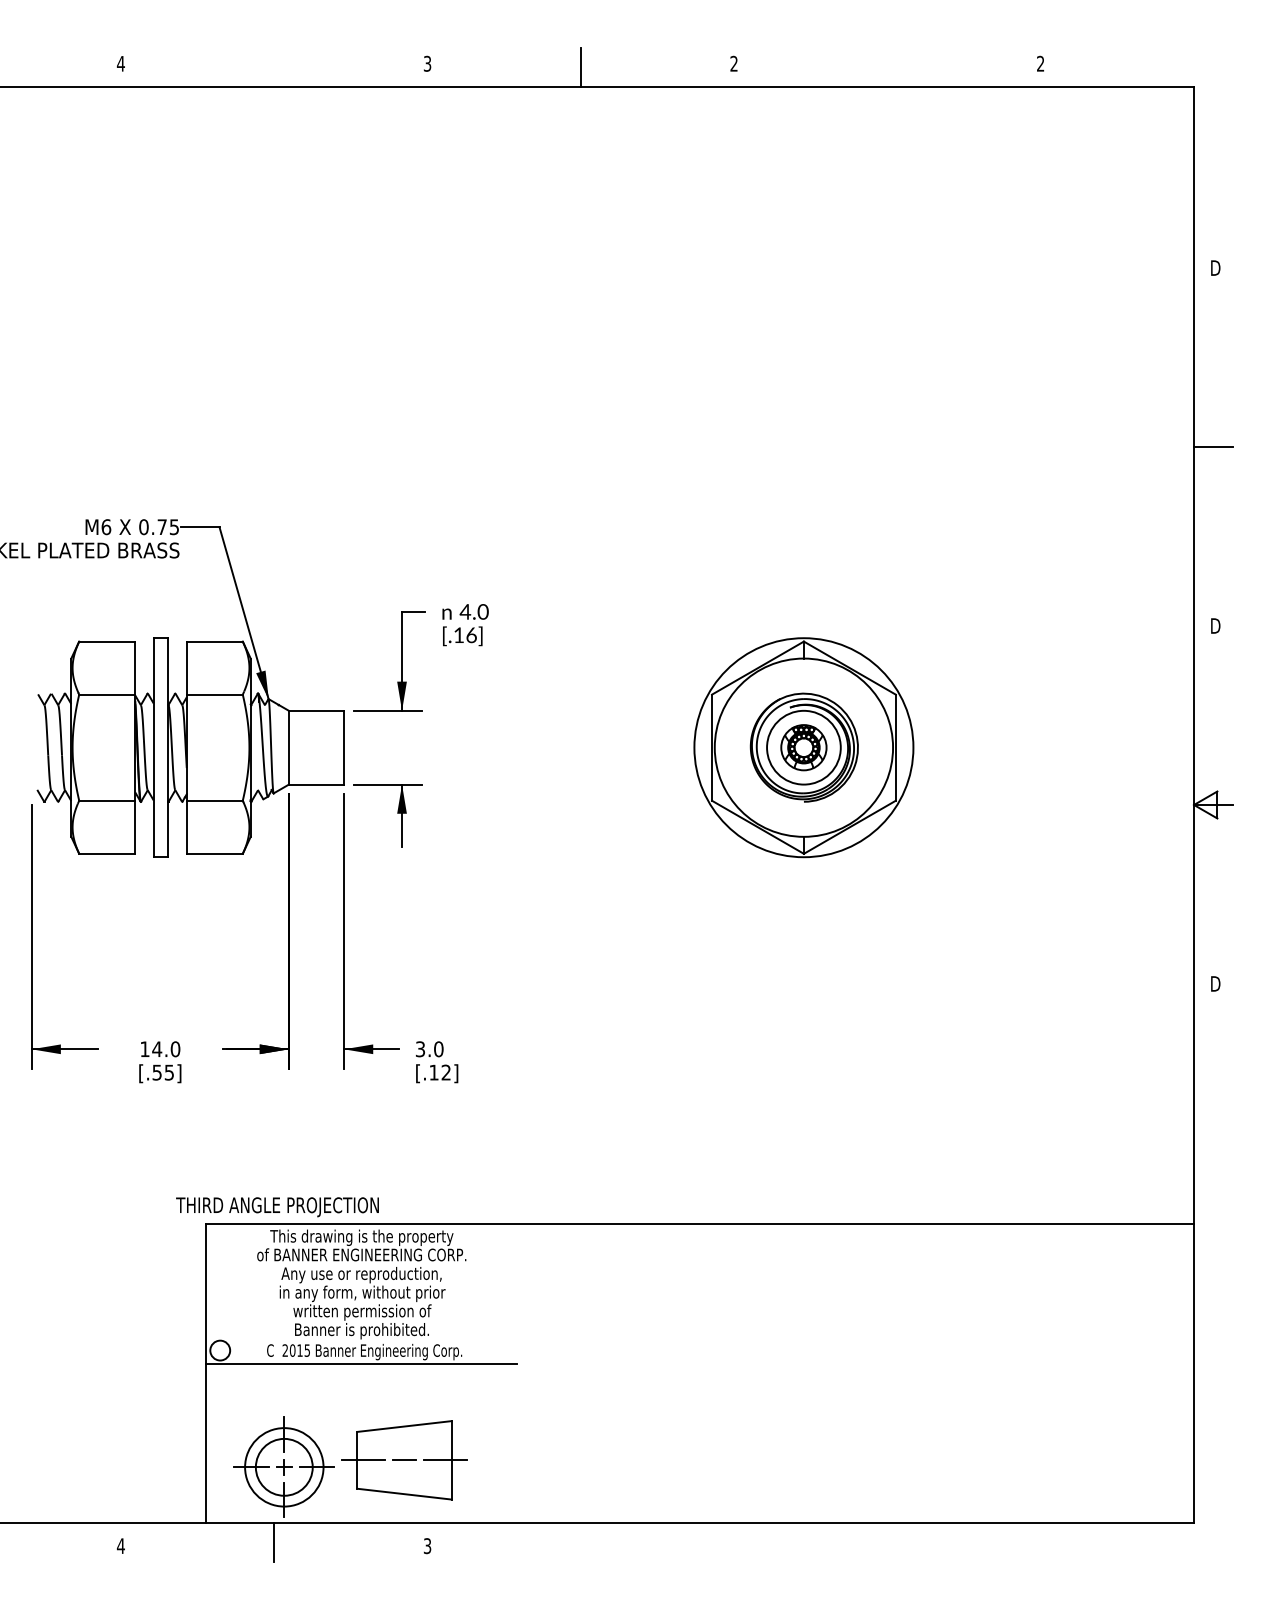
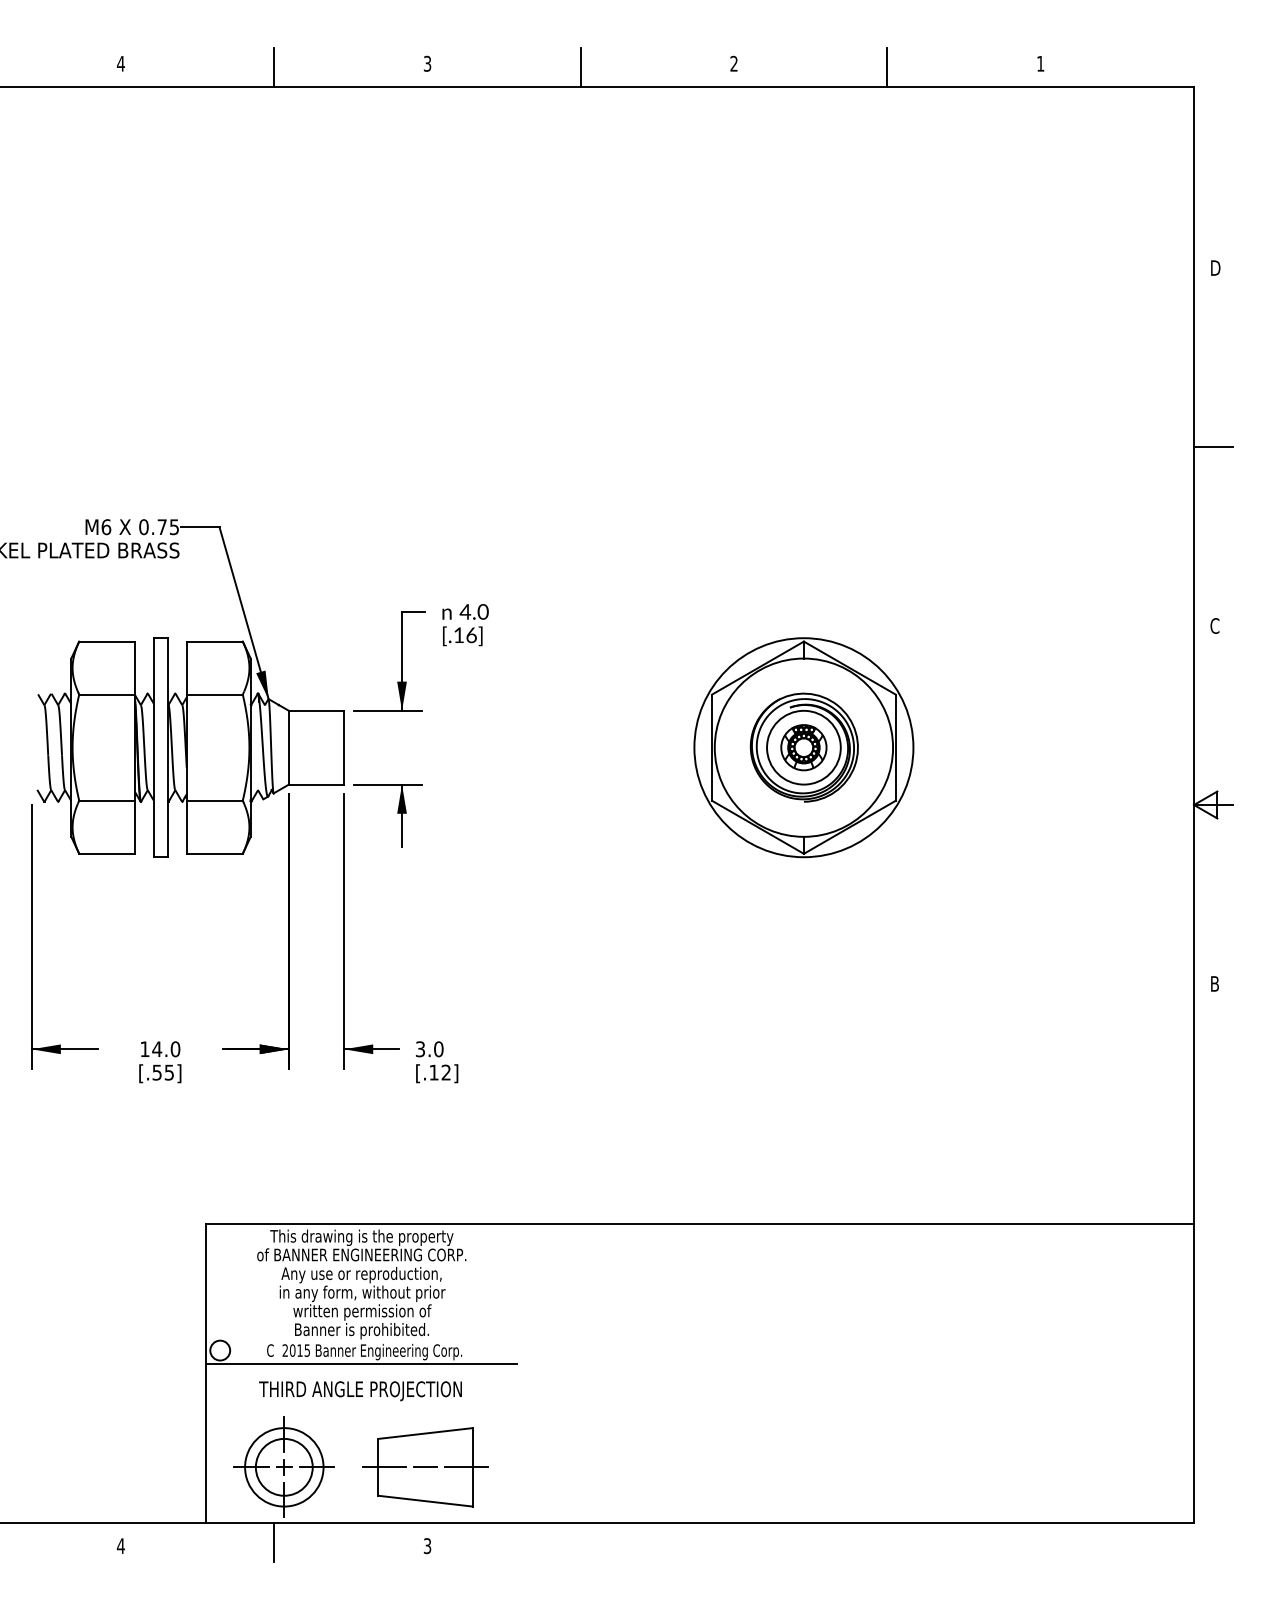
text at (1040, 63): 2 -> 1
line at (274, 67): none -> present
line at (887, 67): none -> present
text at (1215, 625): D -> C
text at (1216, 984): D -> B
text at (277, 1207) position: (277, 1207) -> (360, 1391)
part at (404, 1460) position: (404, 1460) -> (425, 1467)
